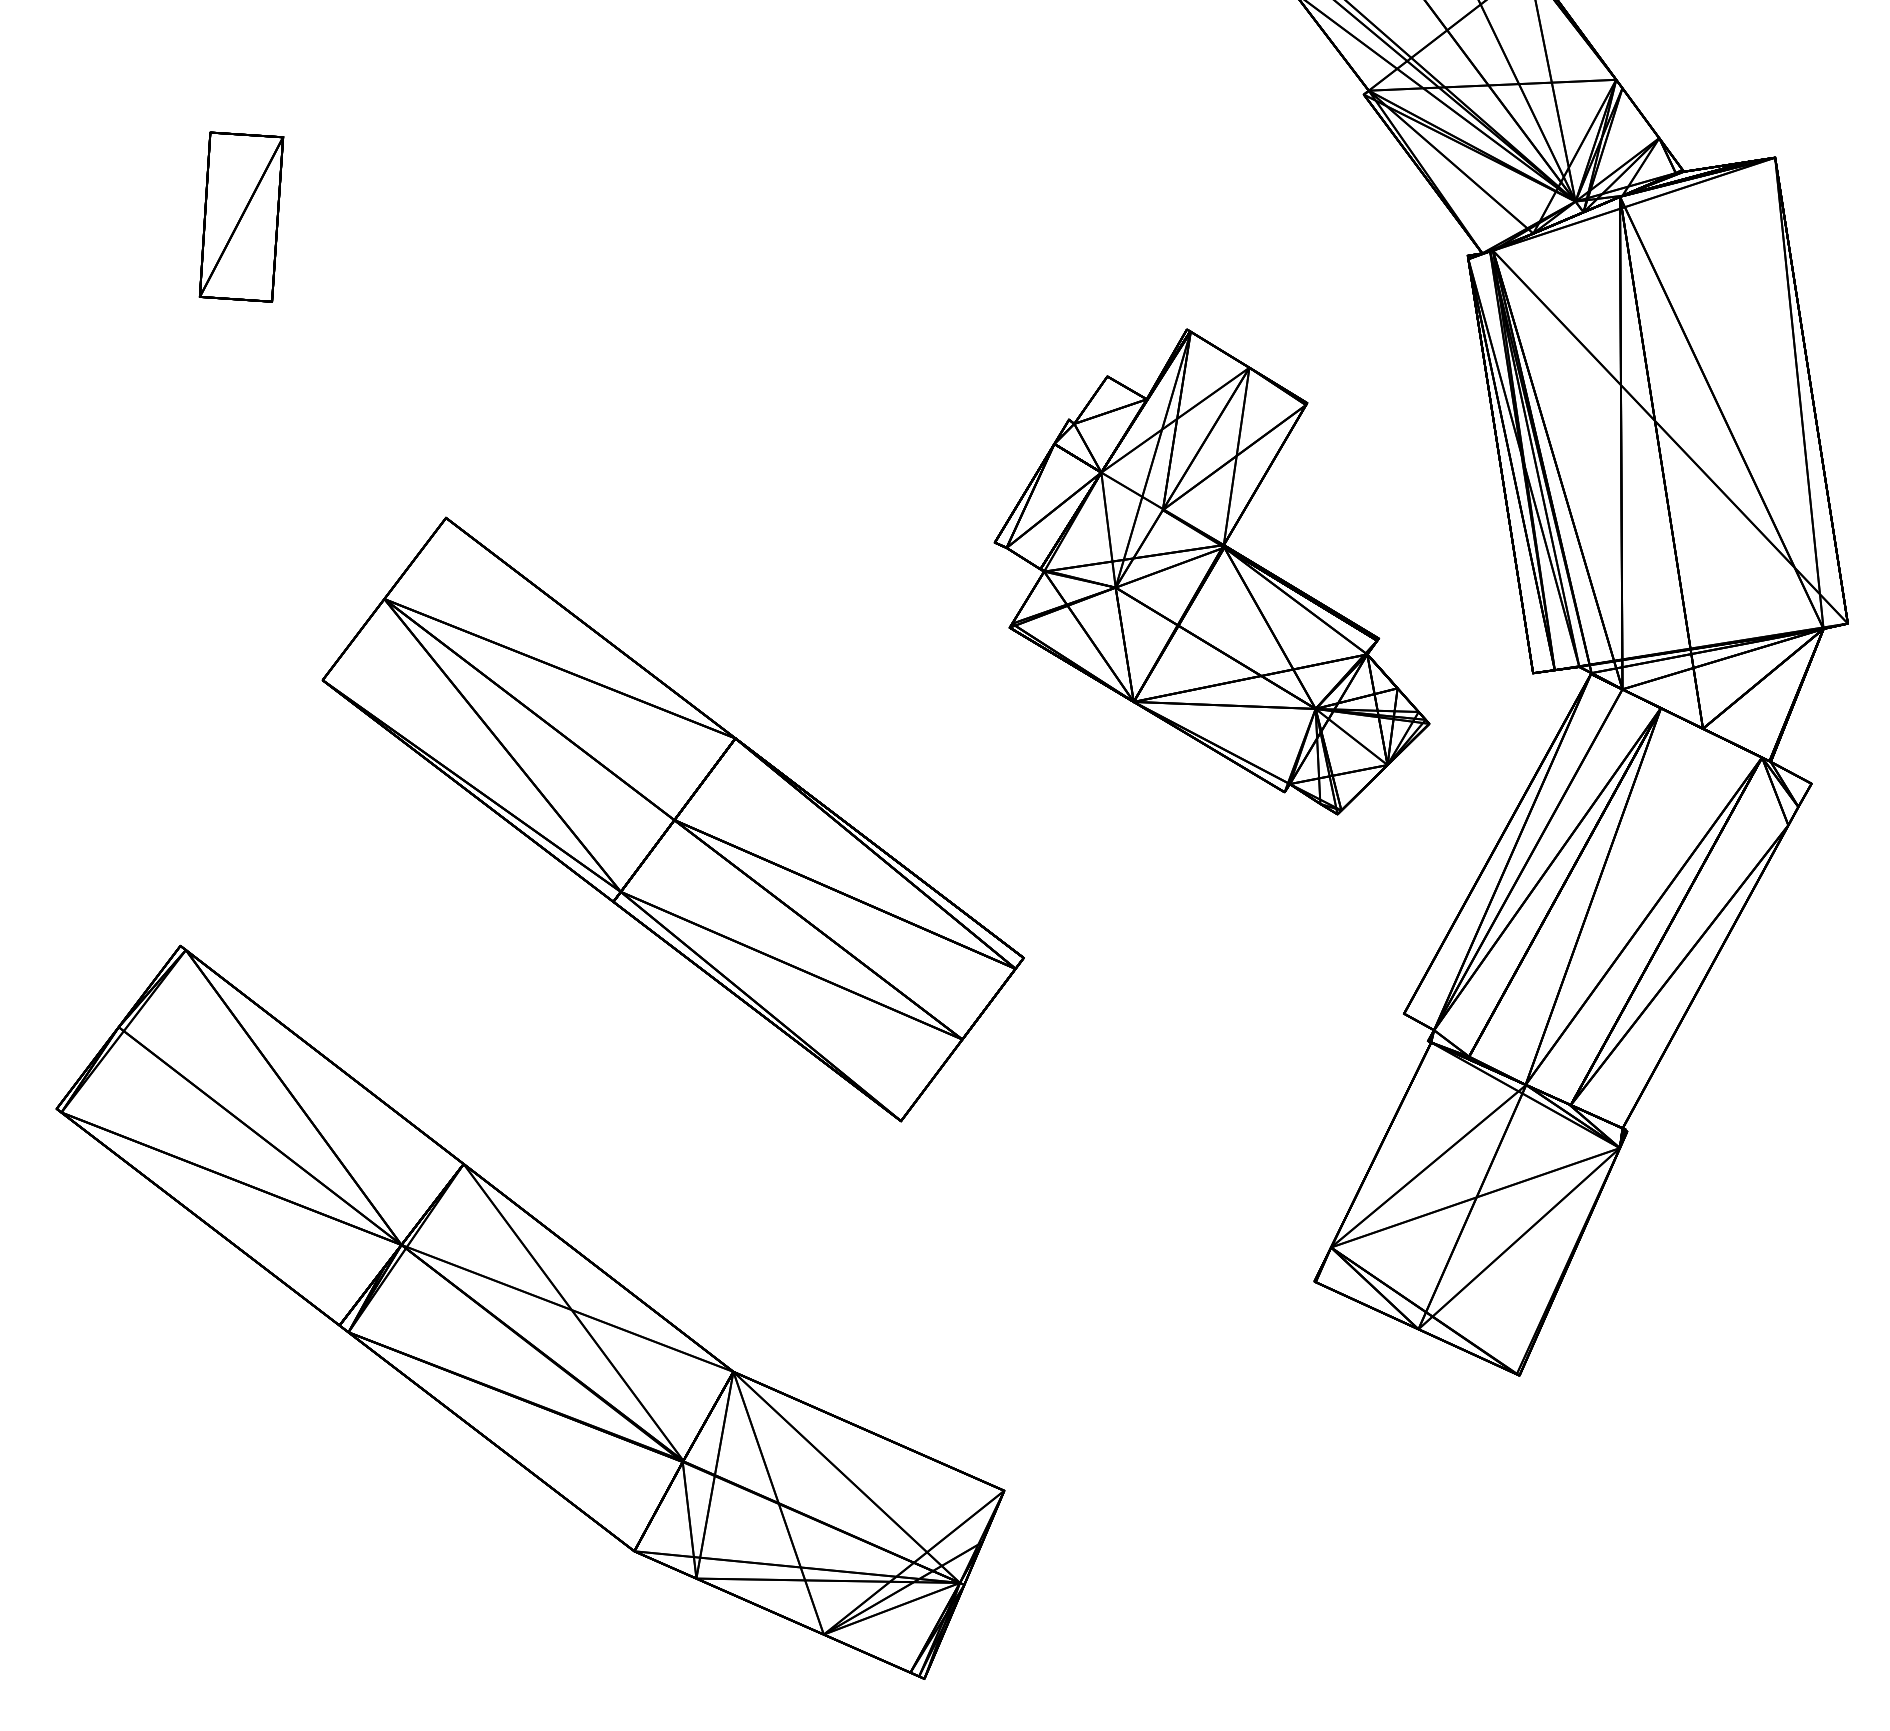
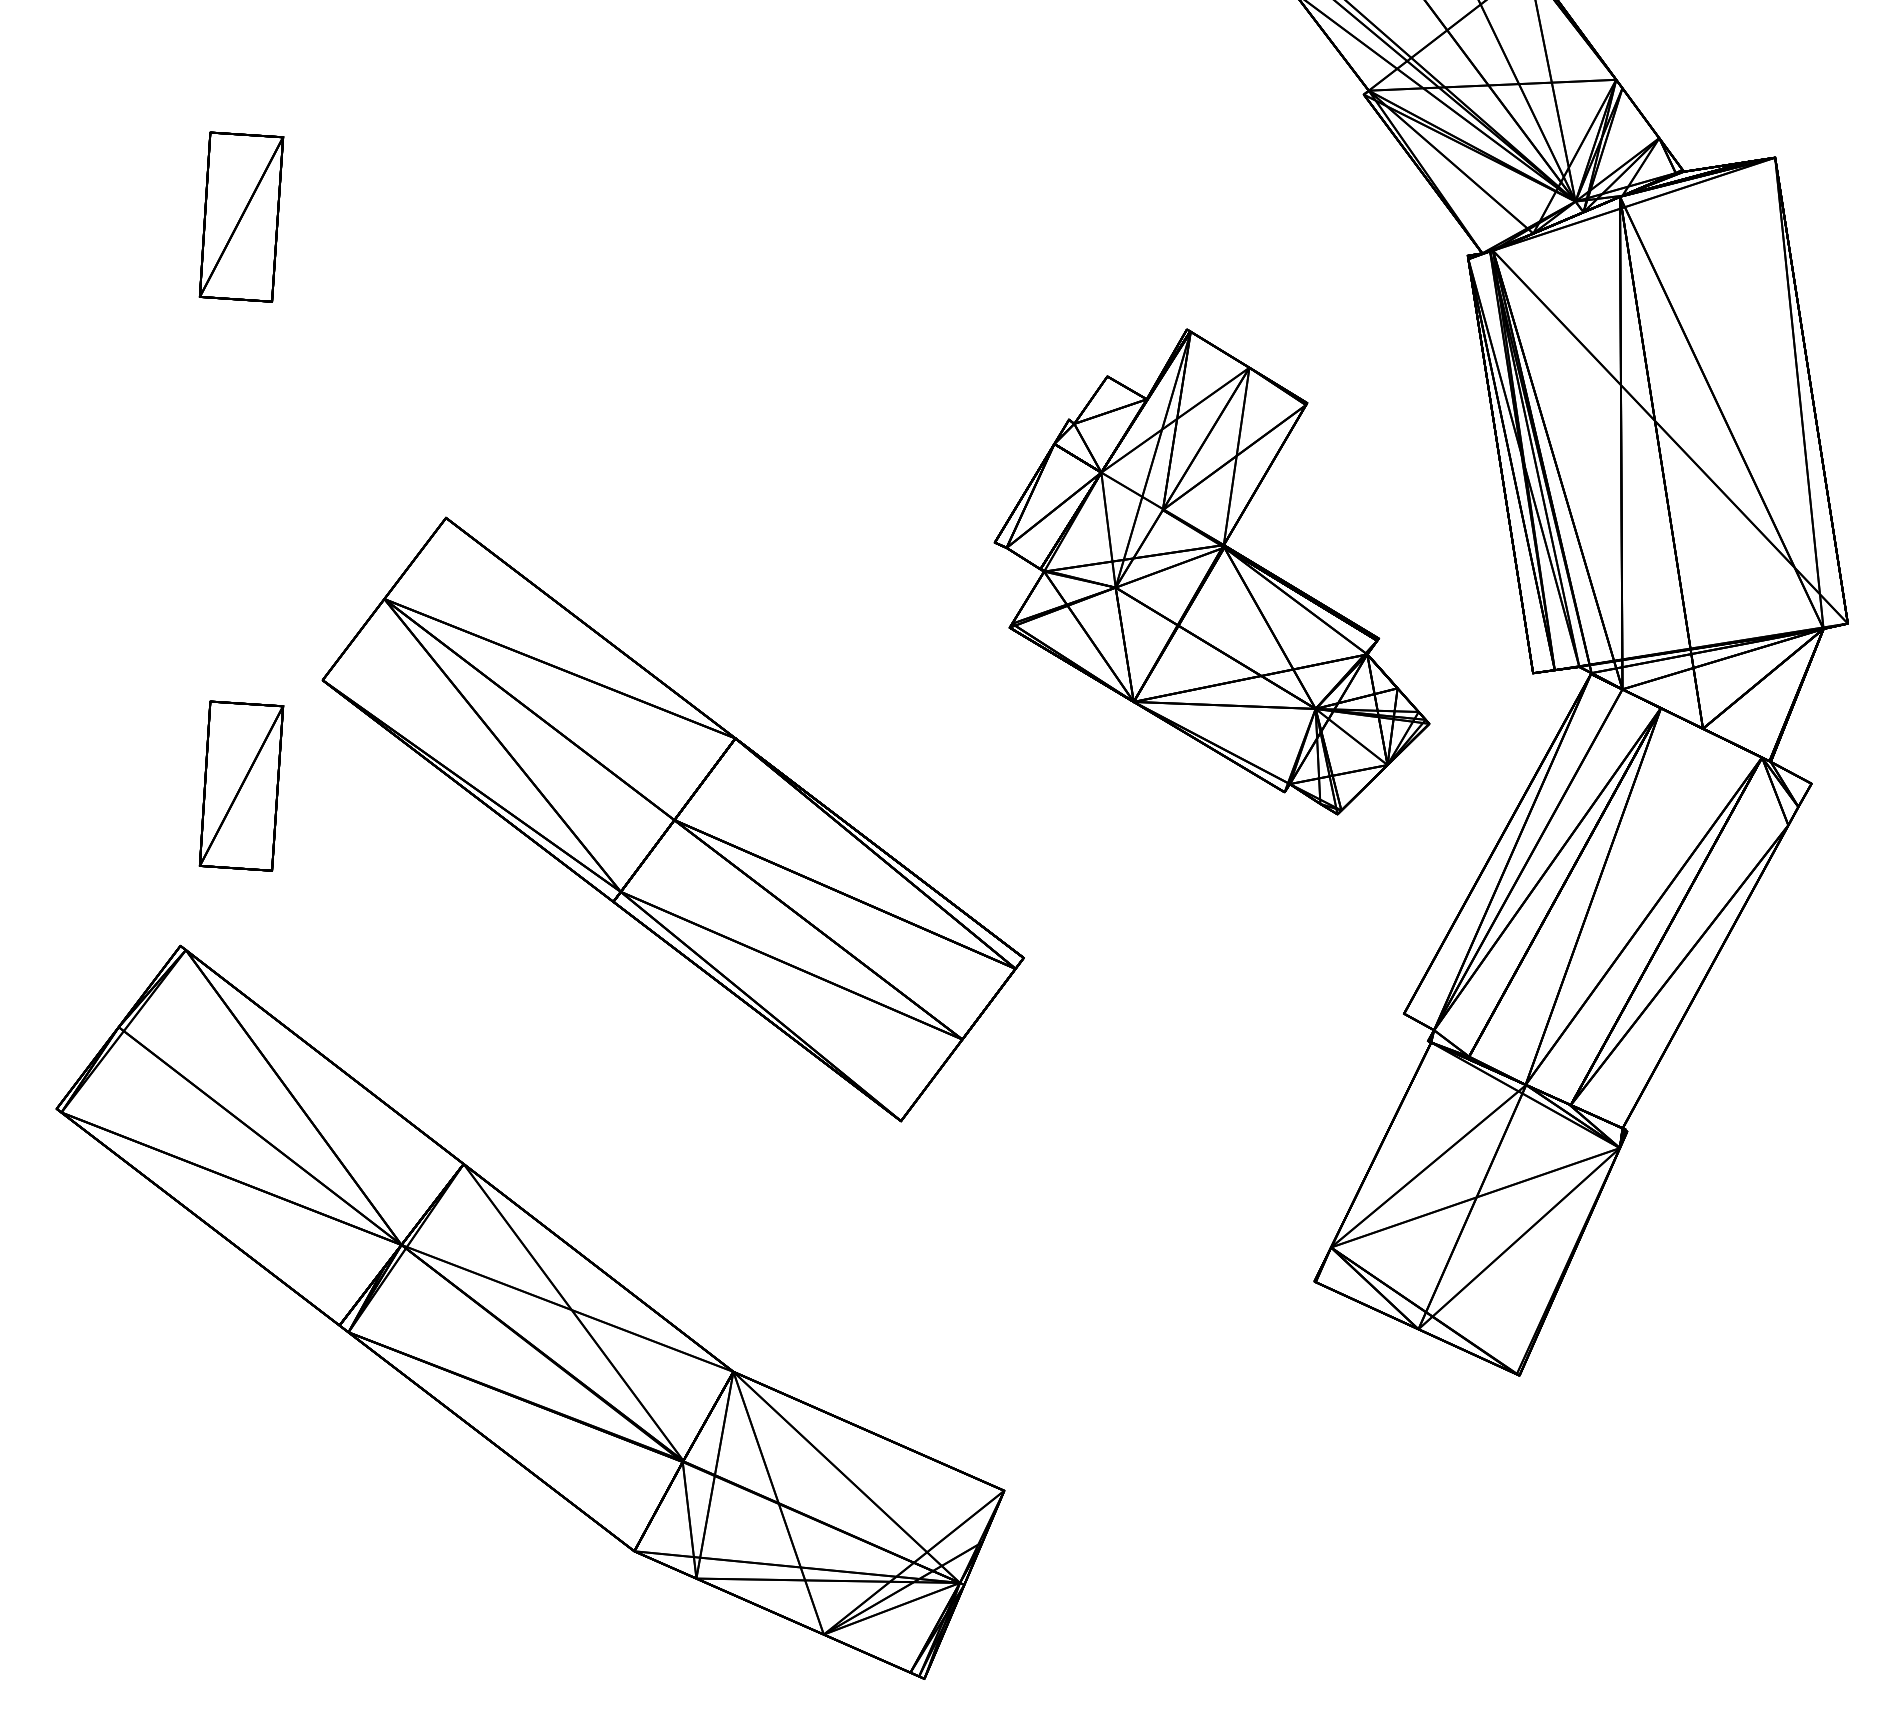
part at (241, 785): none -> present
